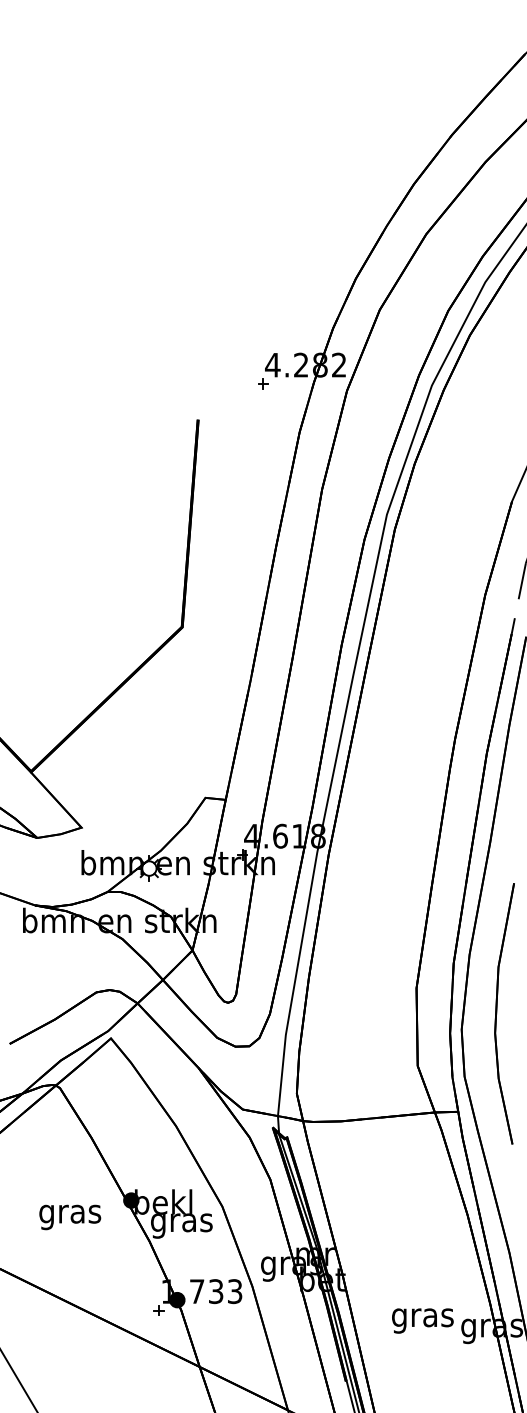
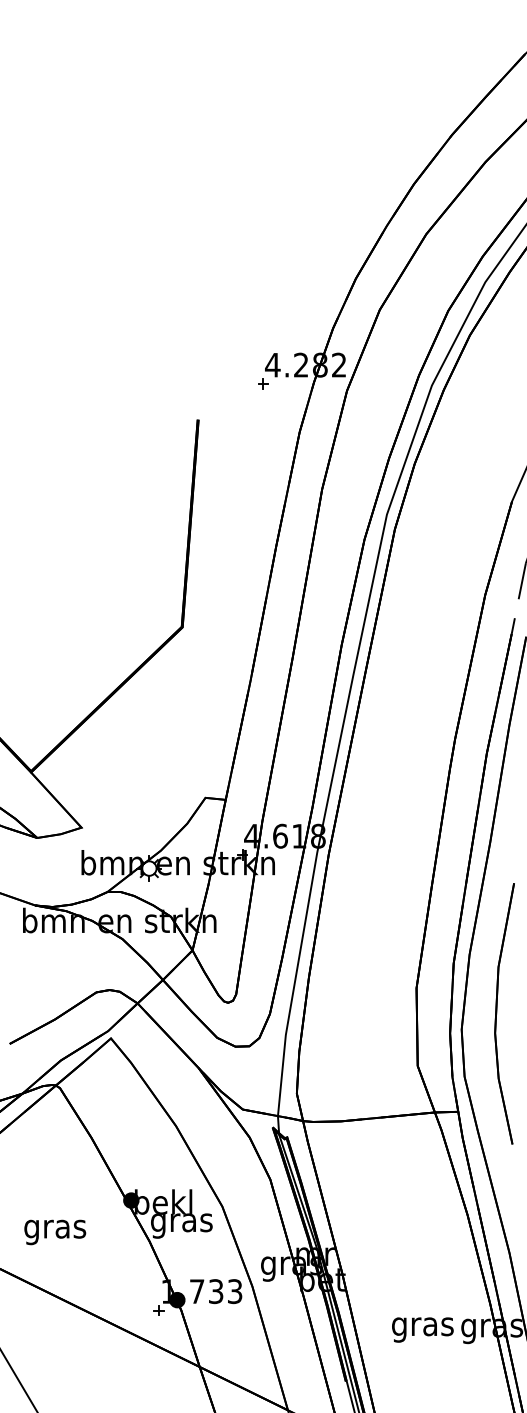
text at (70, 1217) position: (70, 1217) -> (55, 1232)
text at (422, 1320) position: (422, 1320) -> (422, 1329)
